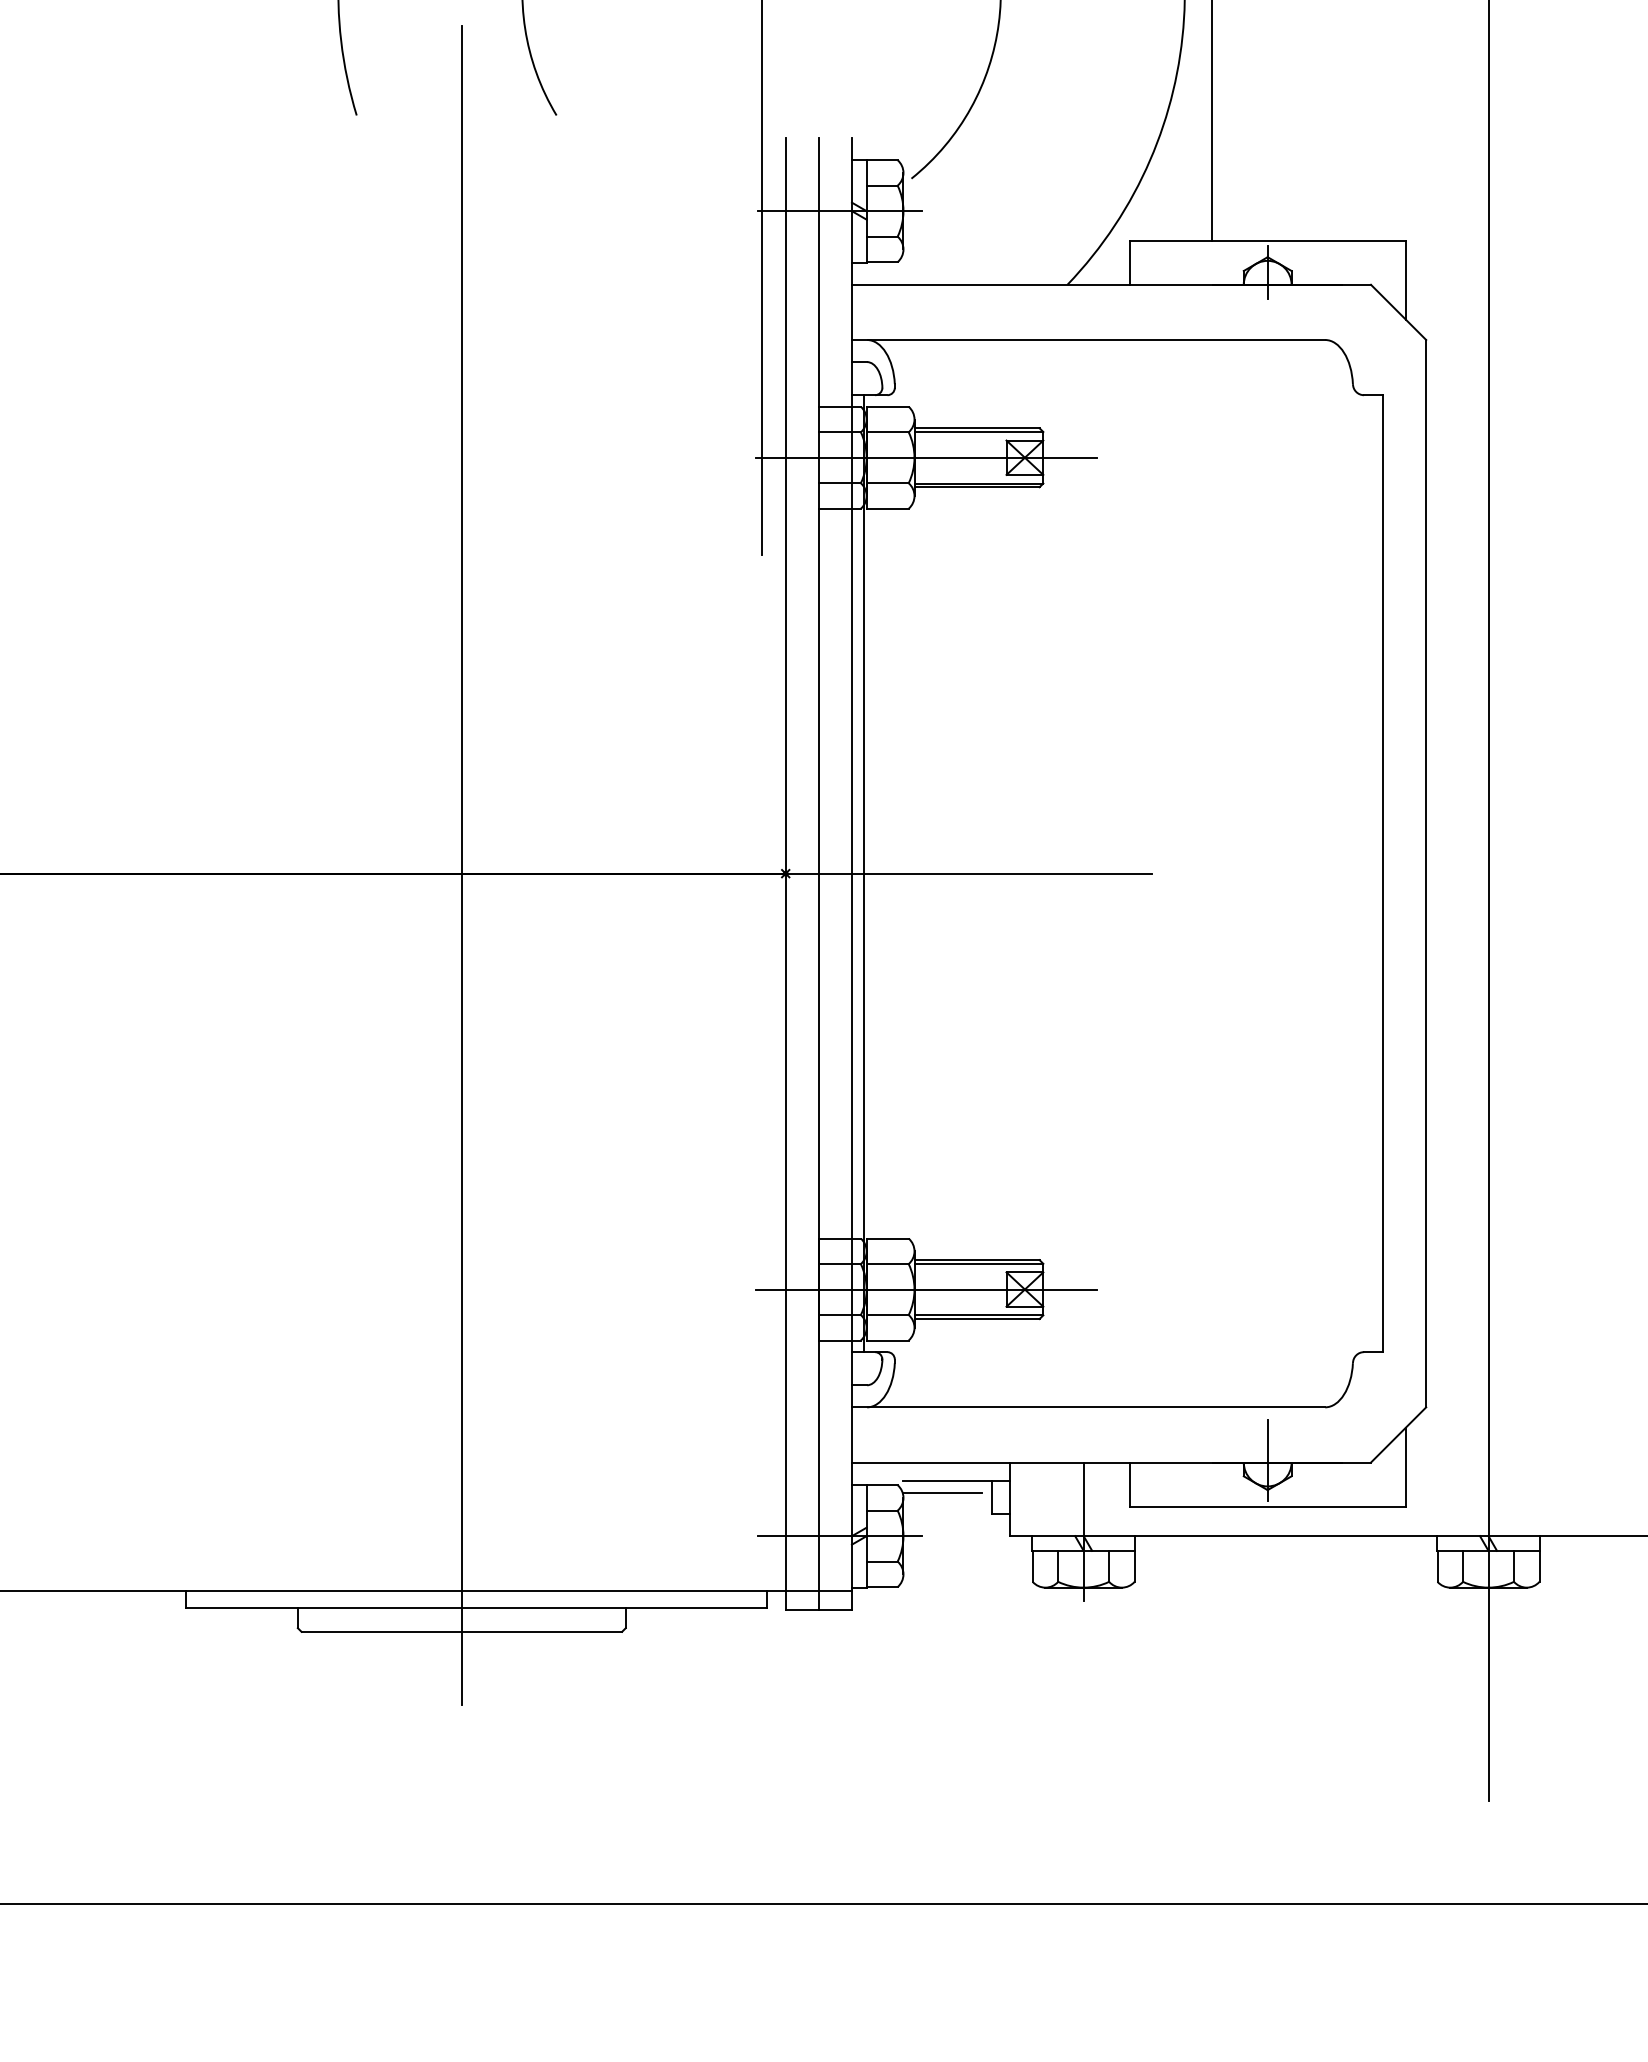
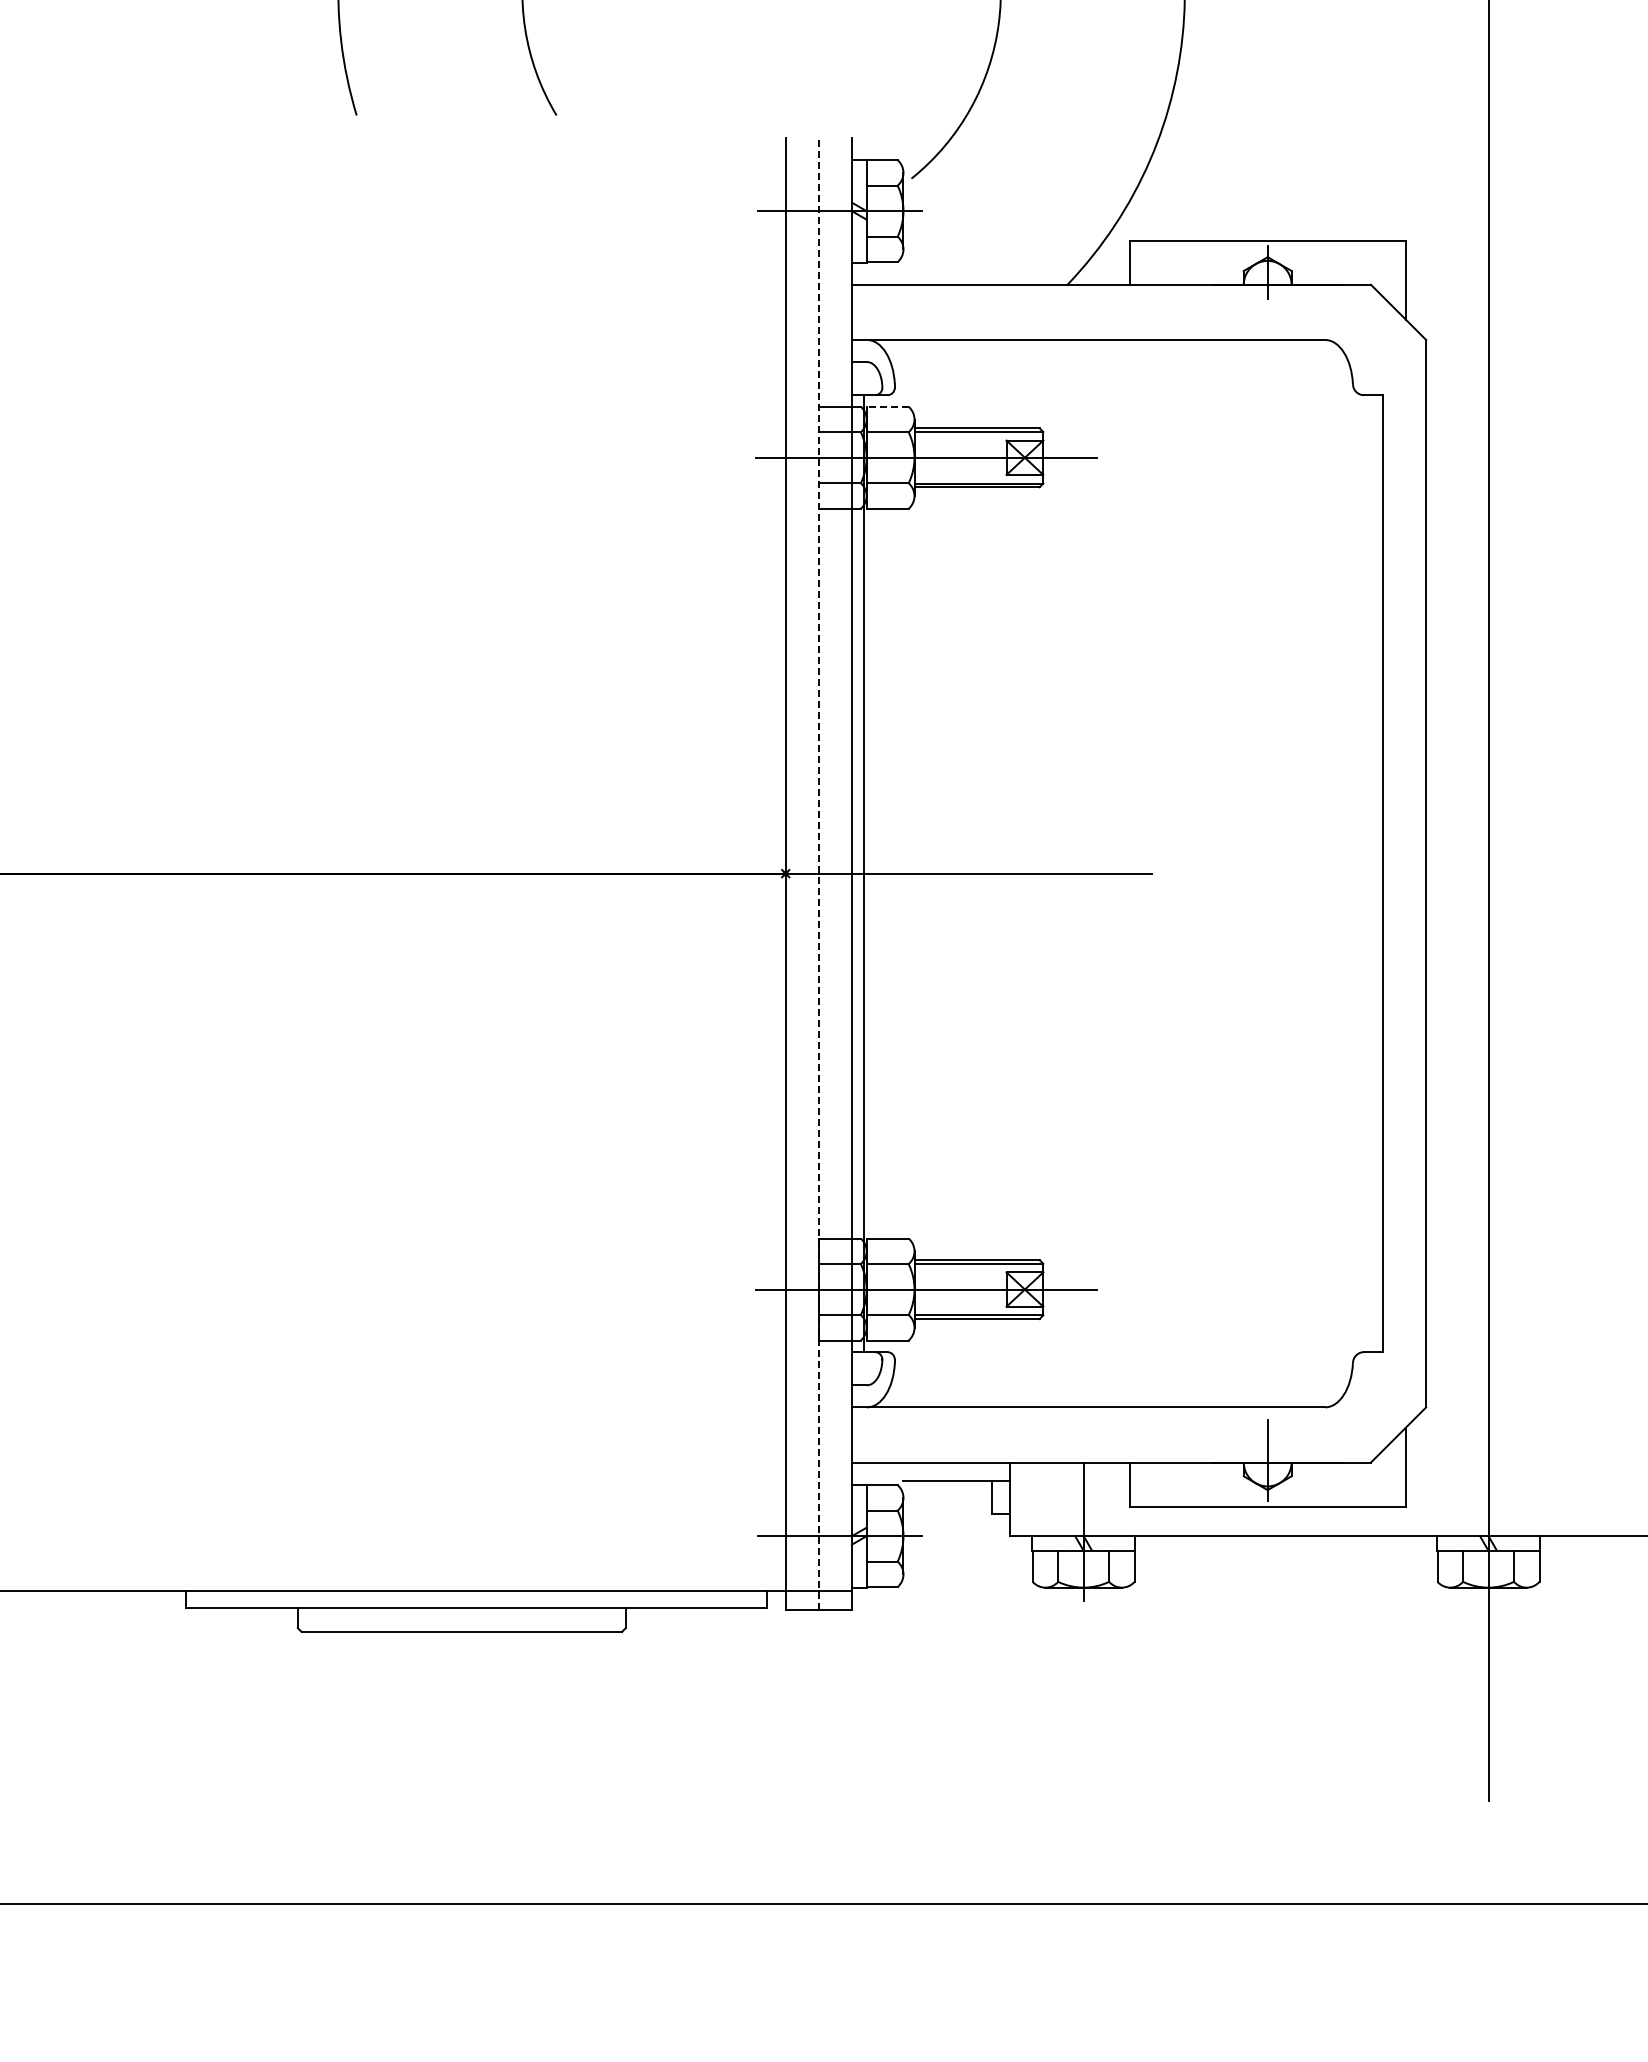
line at (1212, 121): present -> none
line at (761, 278): present -> none
line at (887, 406): solid -> dashed
line at (461, 864): present -> none
line at (818, 873): solid -> dashed
line at (942, 1492): present -> none
